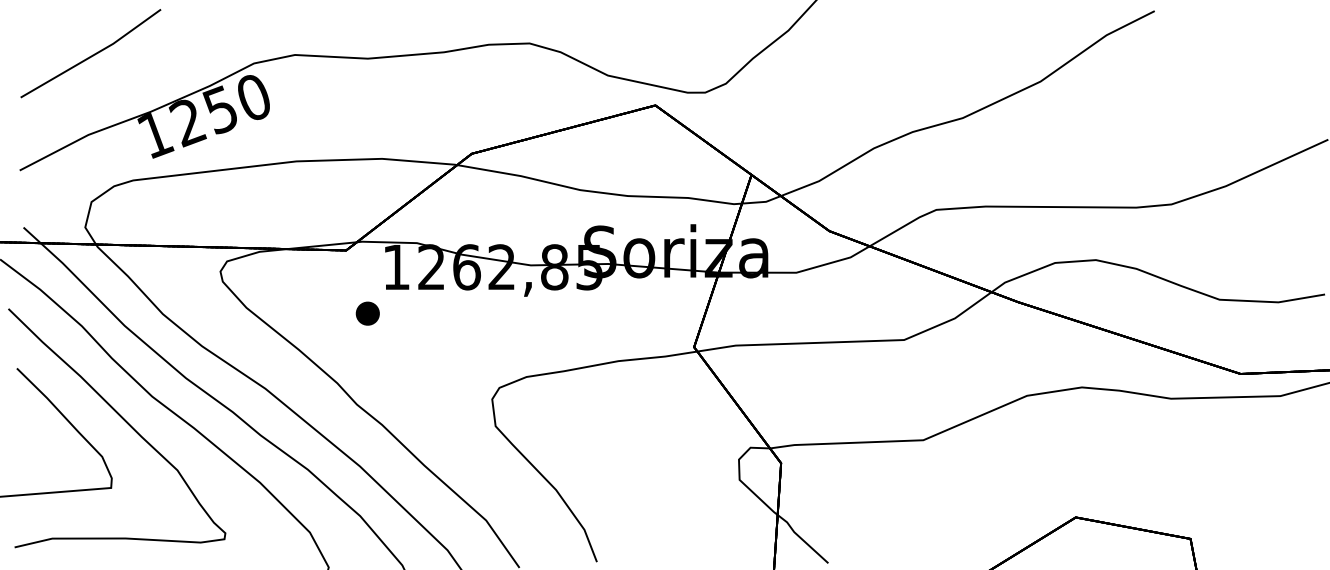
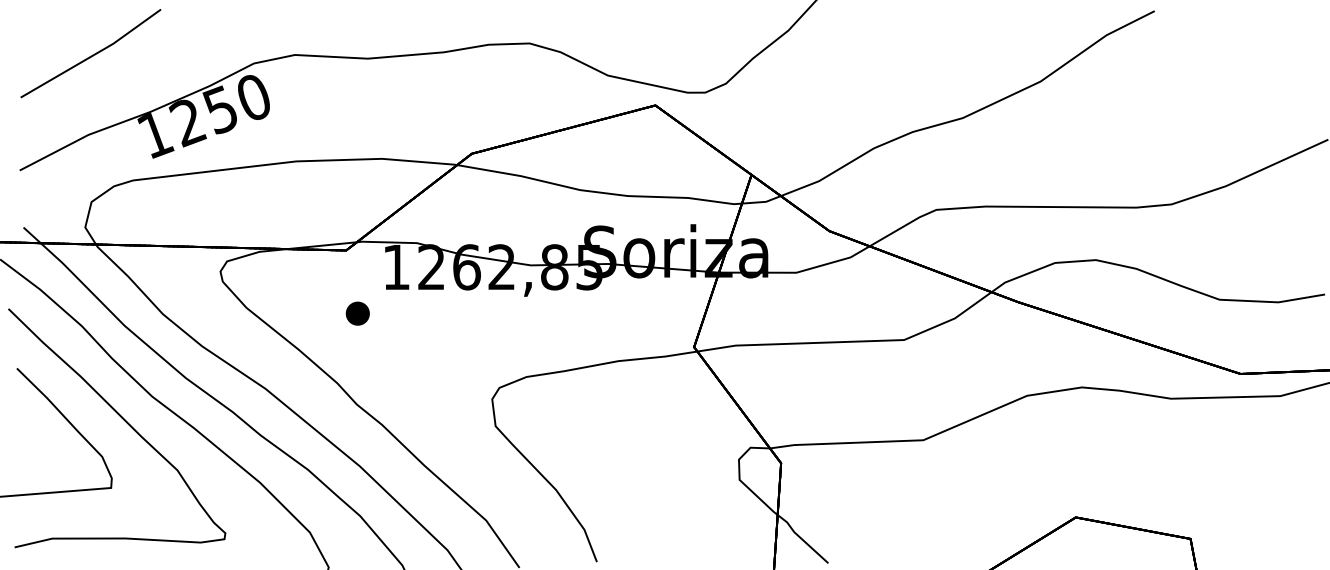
part at (367, 313) position: (367, 313) -> (357, 313)
